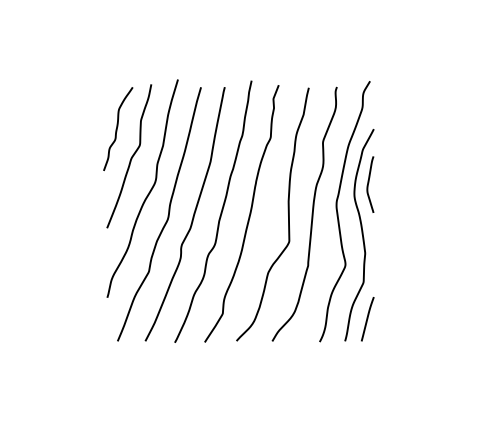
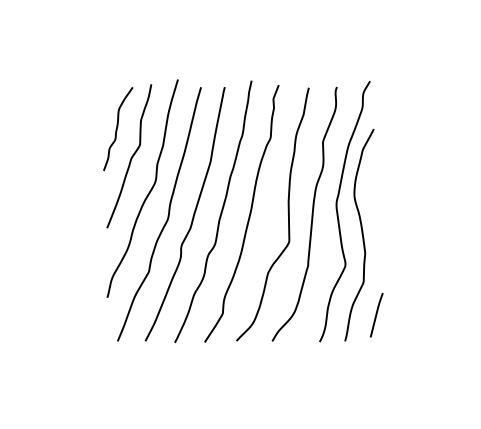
curve at (369, 183): present -> none
line at (367, 319) position: (367, 319) -> (376, 315)
